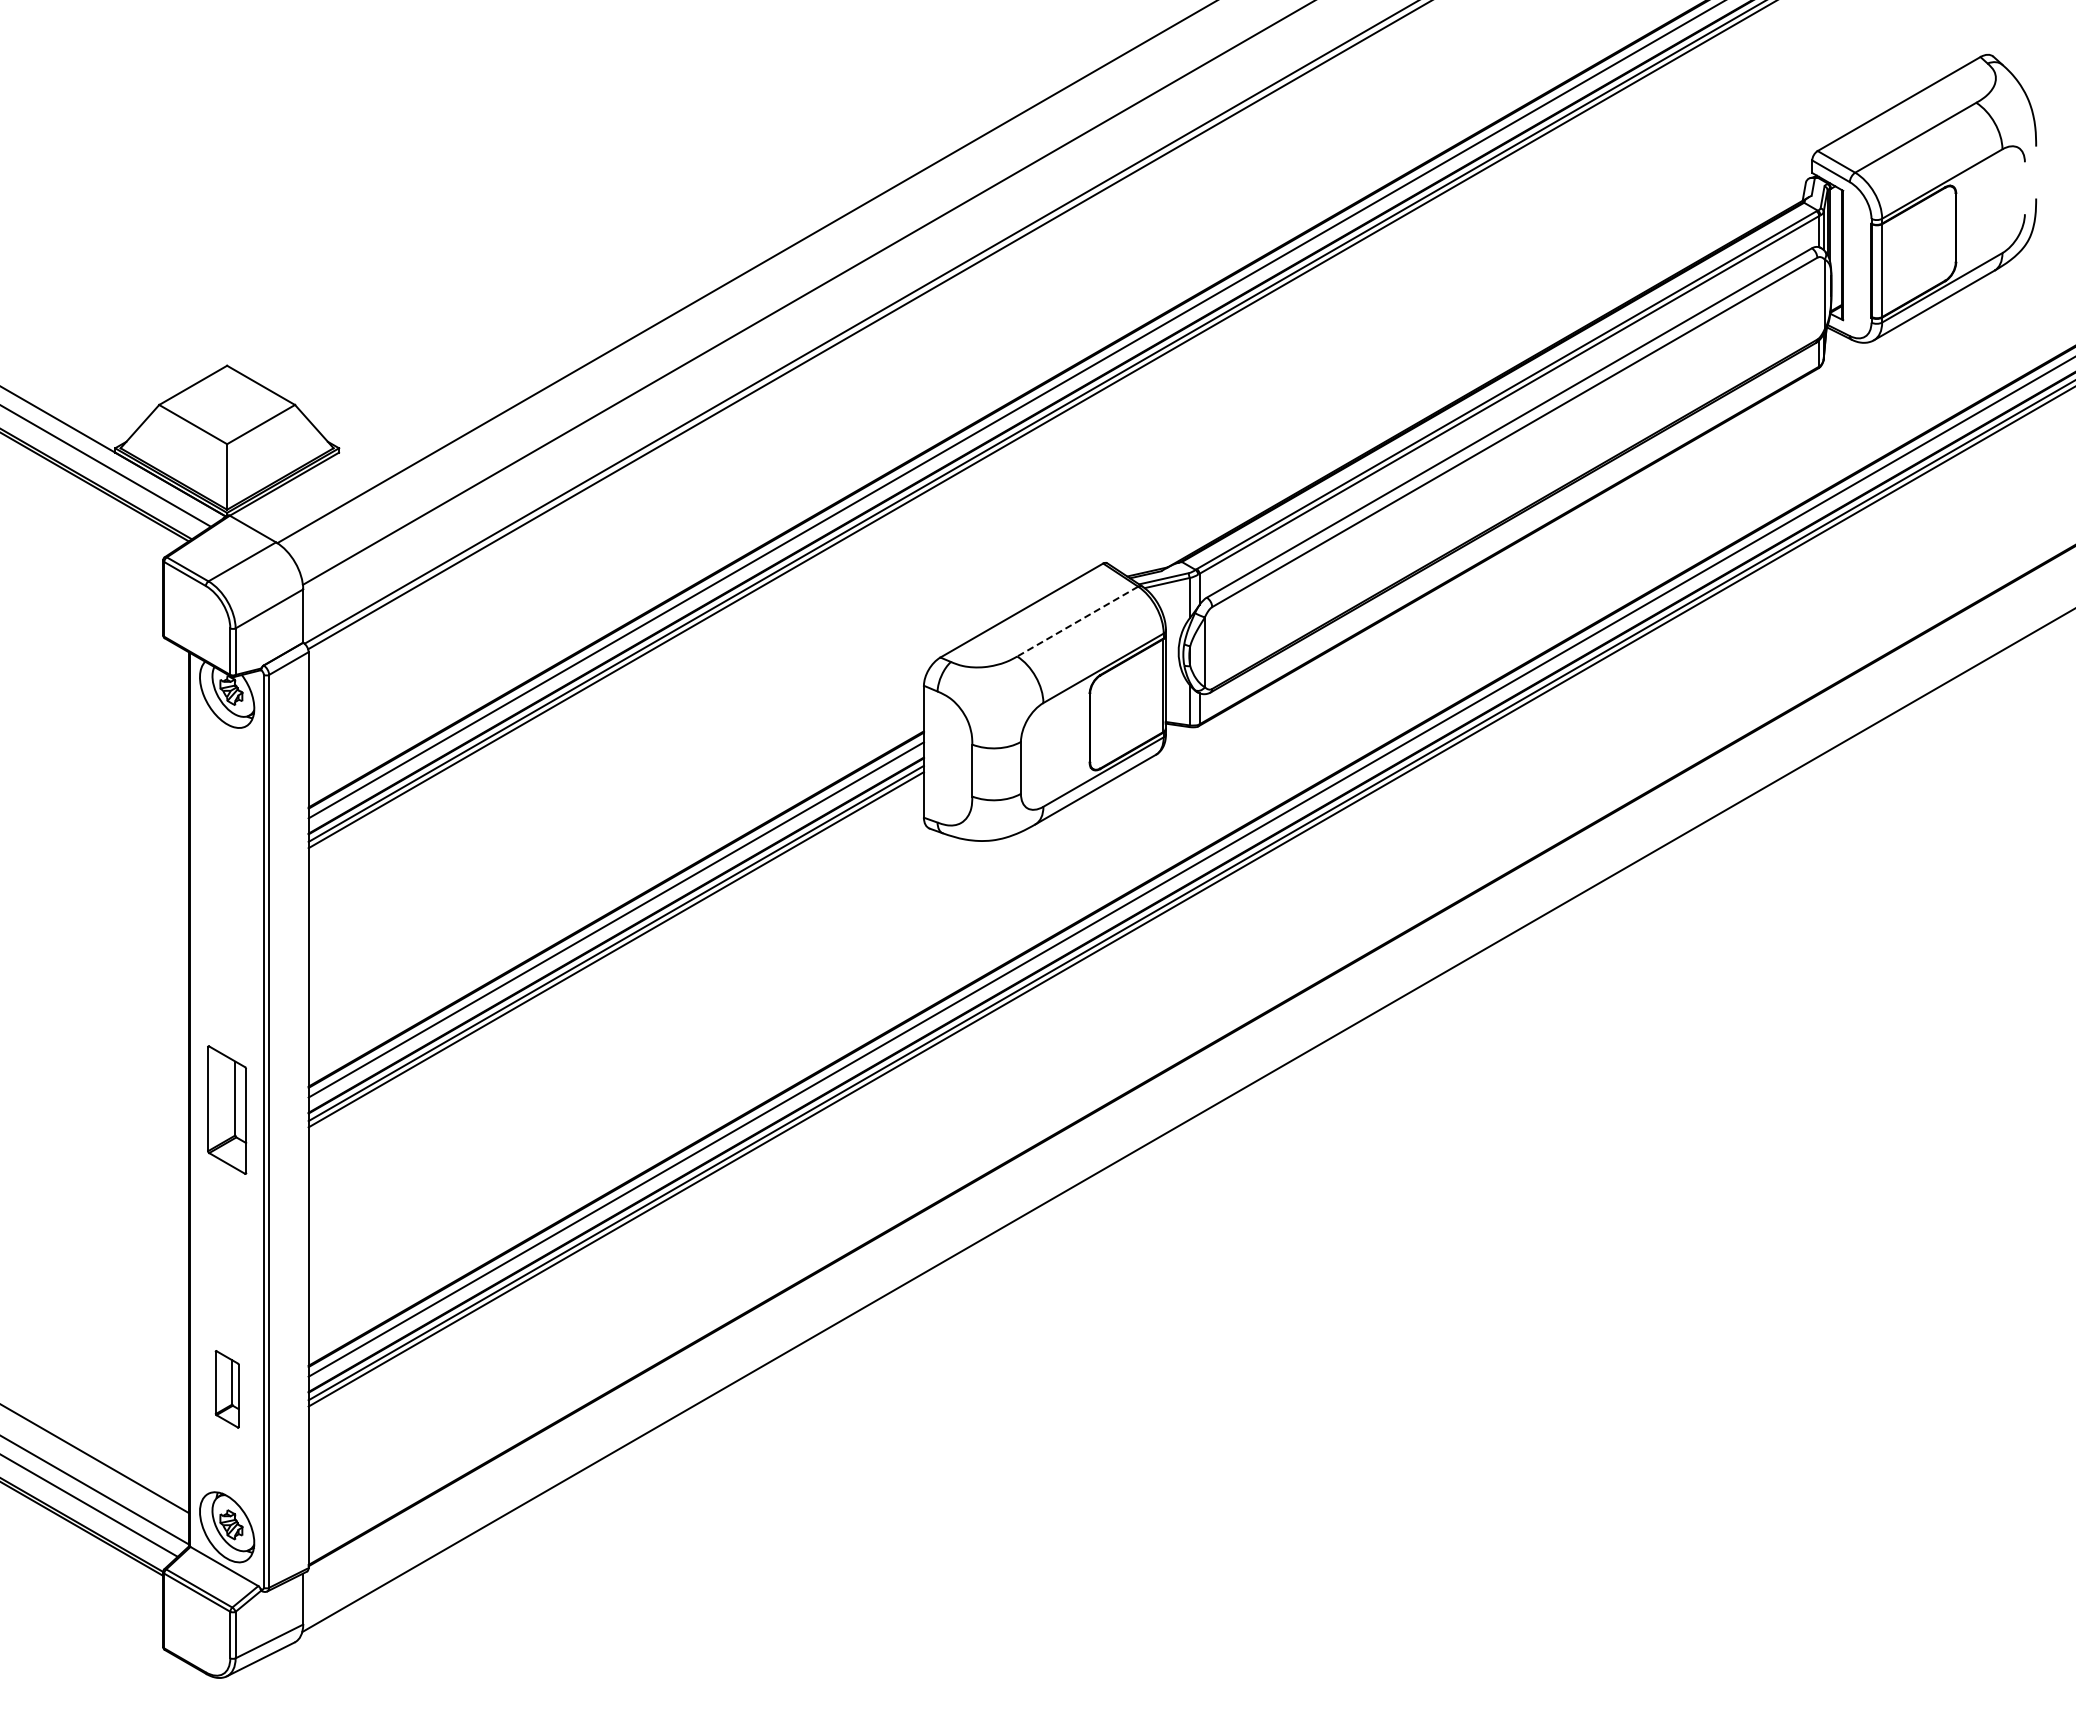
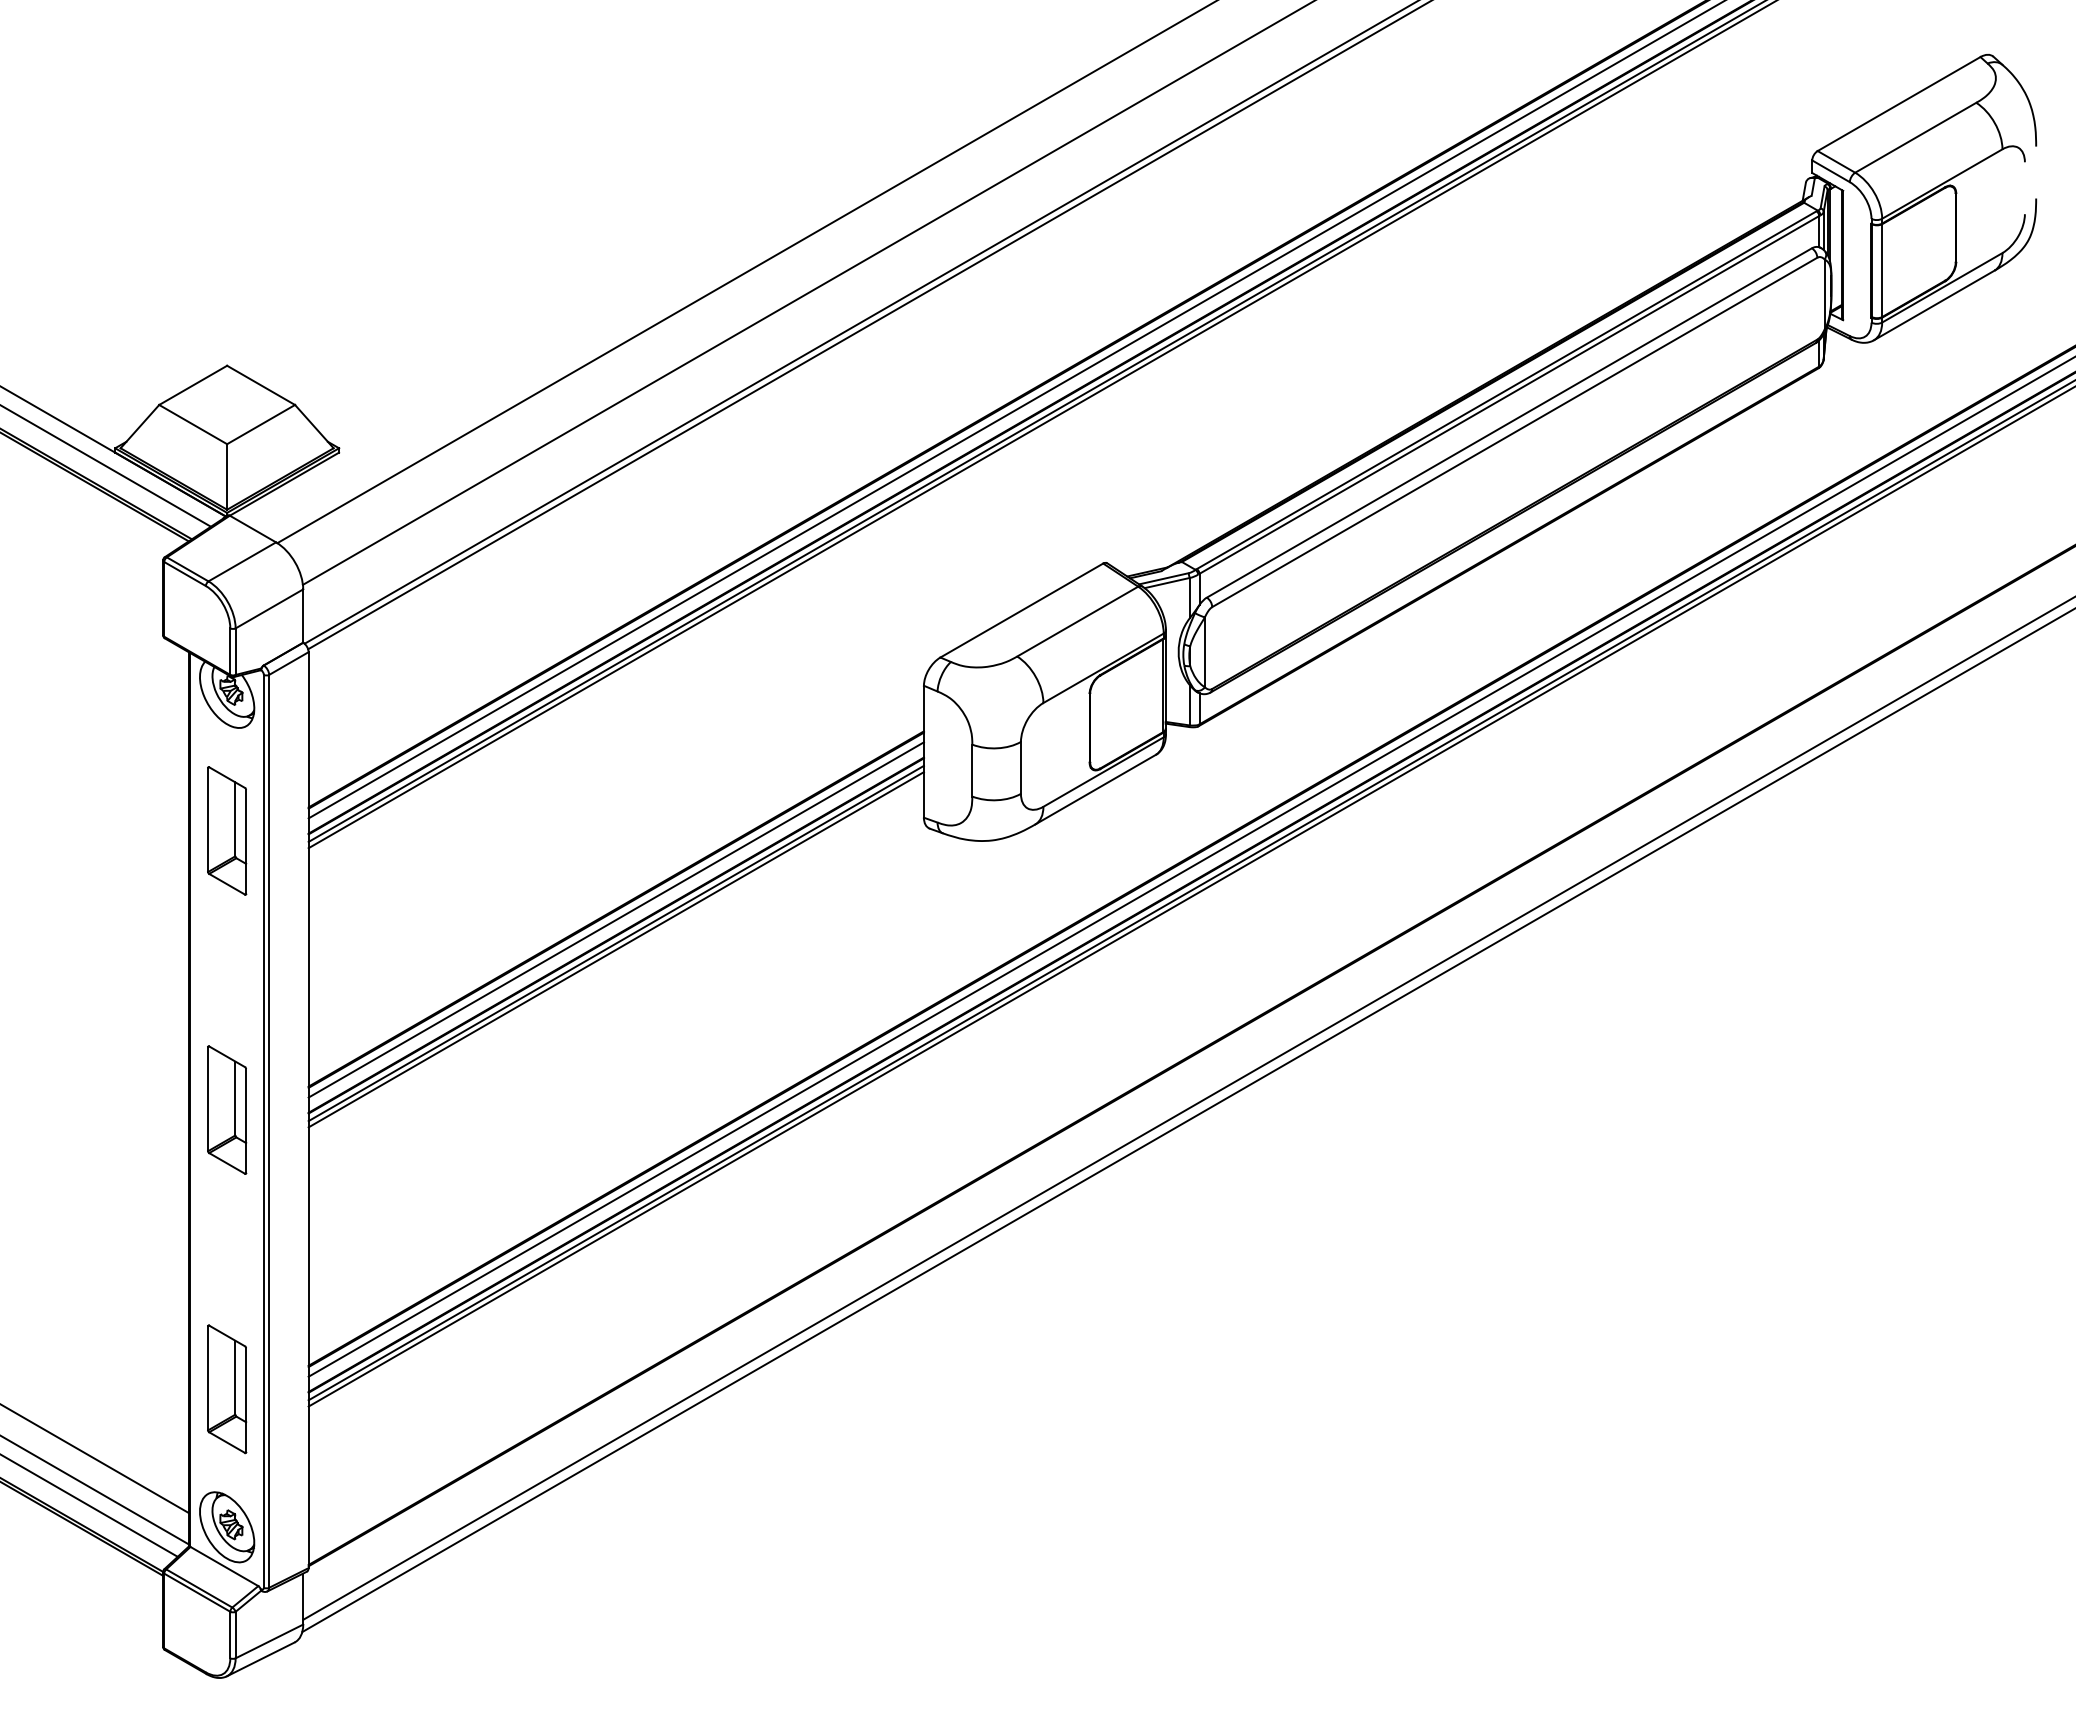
line at (1077, 621): dashed -> solid
part at (227, 830): none -> present
line at (1187, 1108): none -> present
part at (226, 1389) size: 26x79 px -> 41x131 px
